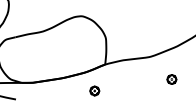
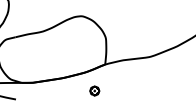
part at (171, 79): present -> none
